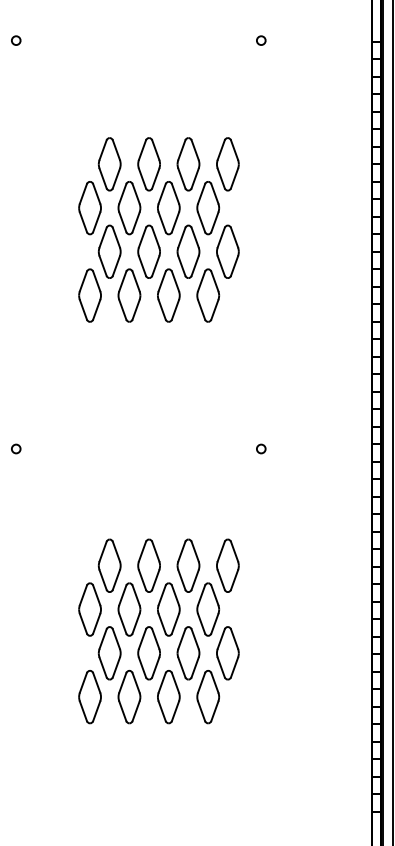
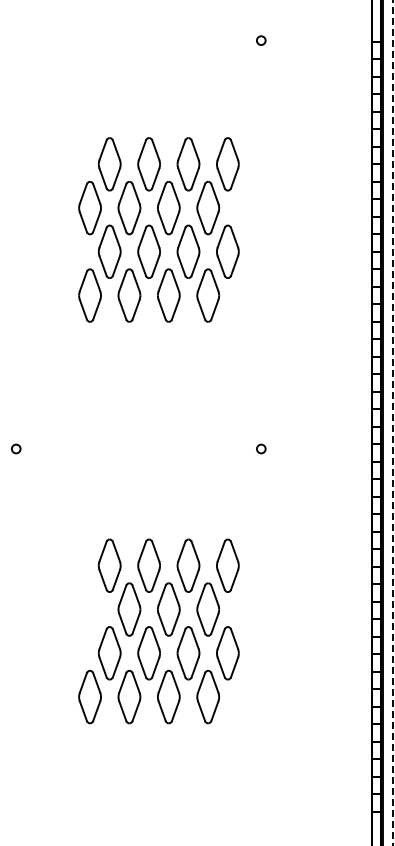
circle at (16, 40): present -> none
line at (392, 423): solid -> dashed
part at (89, 609): present -> none
